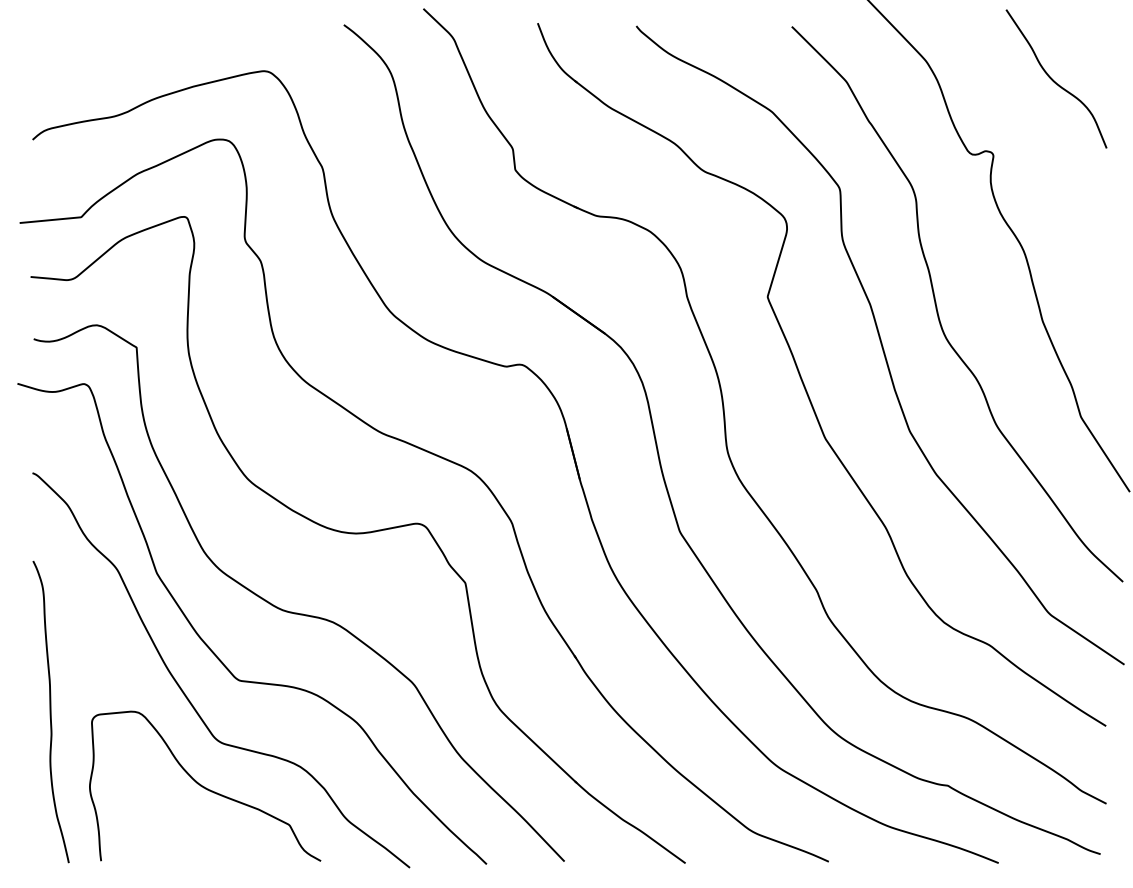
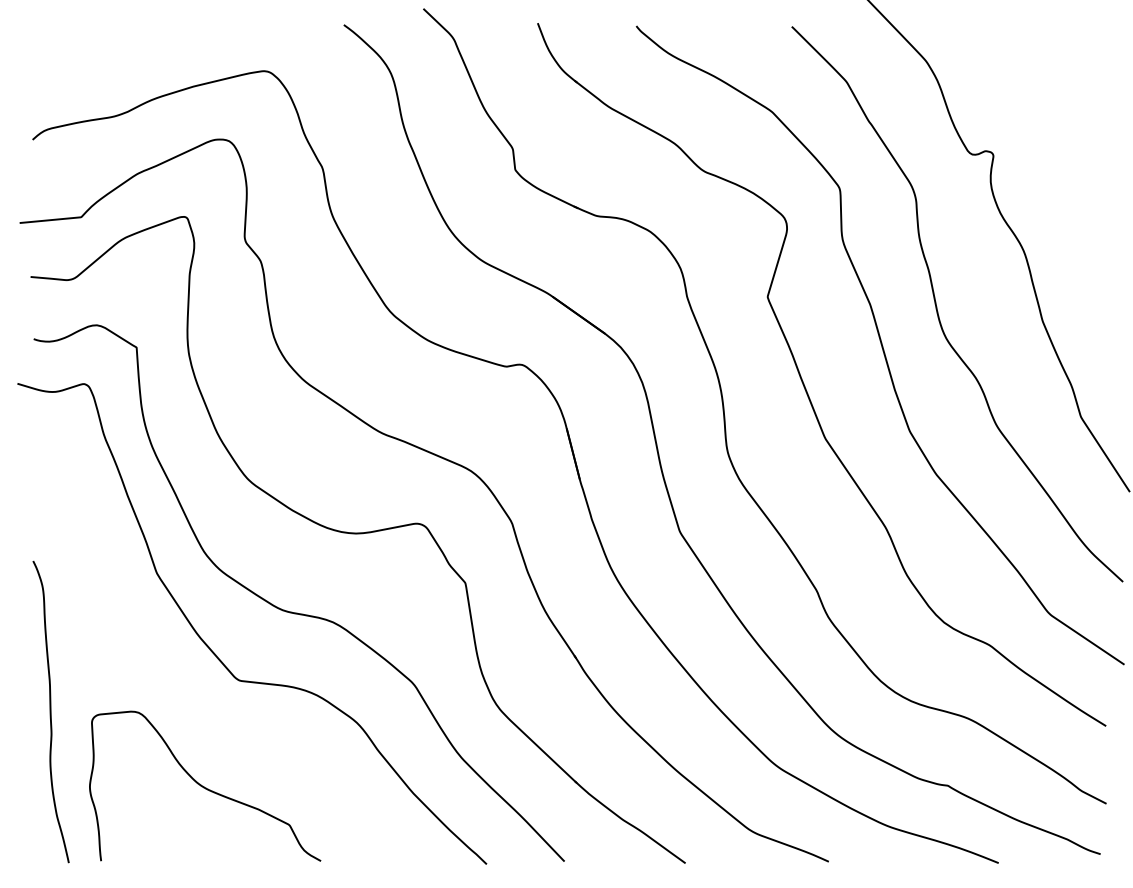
curve at (1054, 80): present -> none
curve at (185, 693): present -> none
